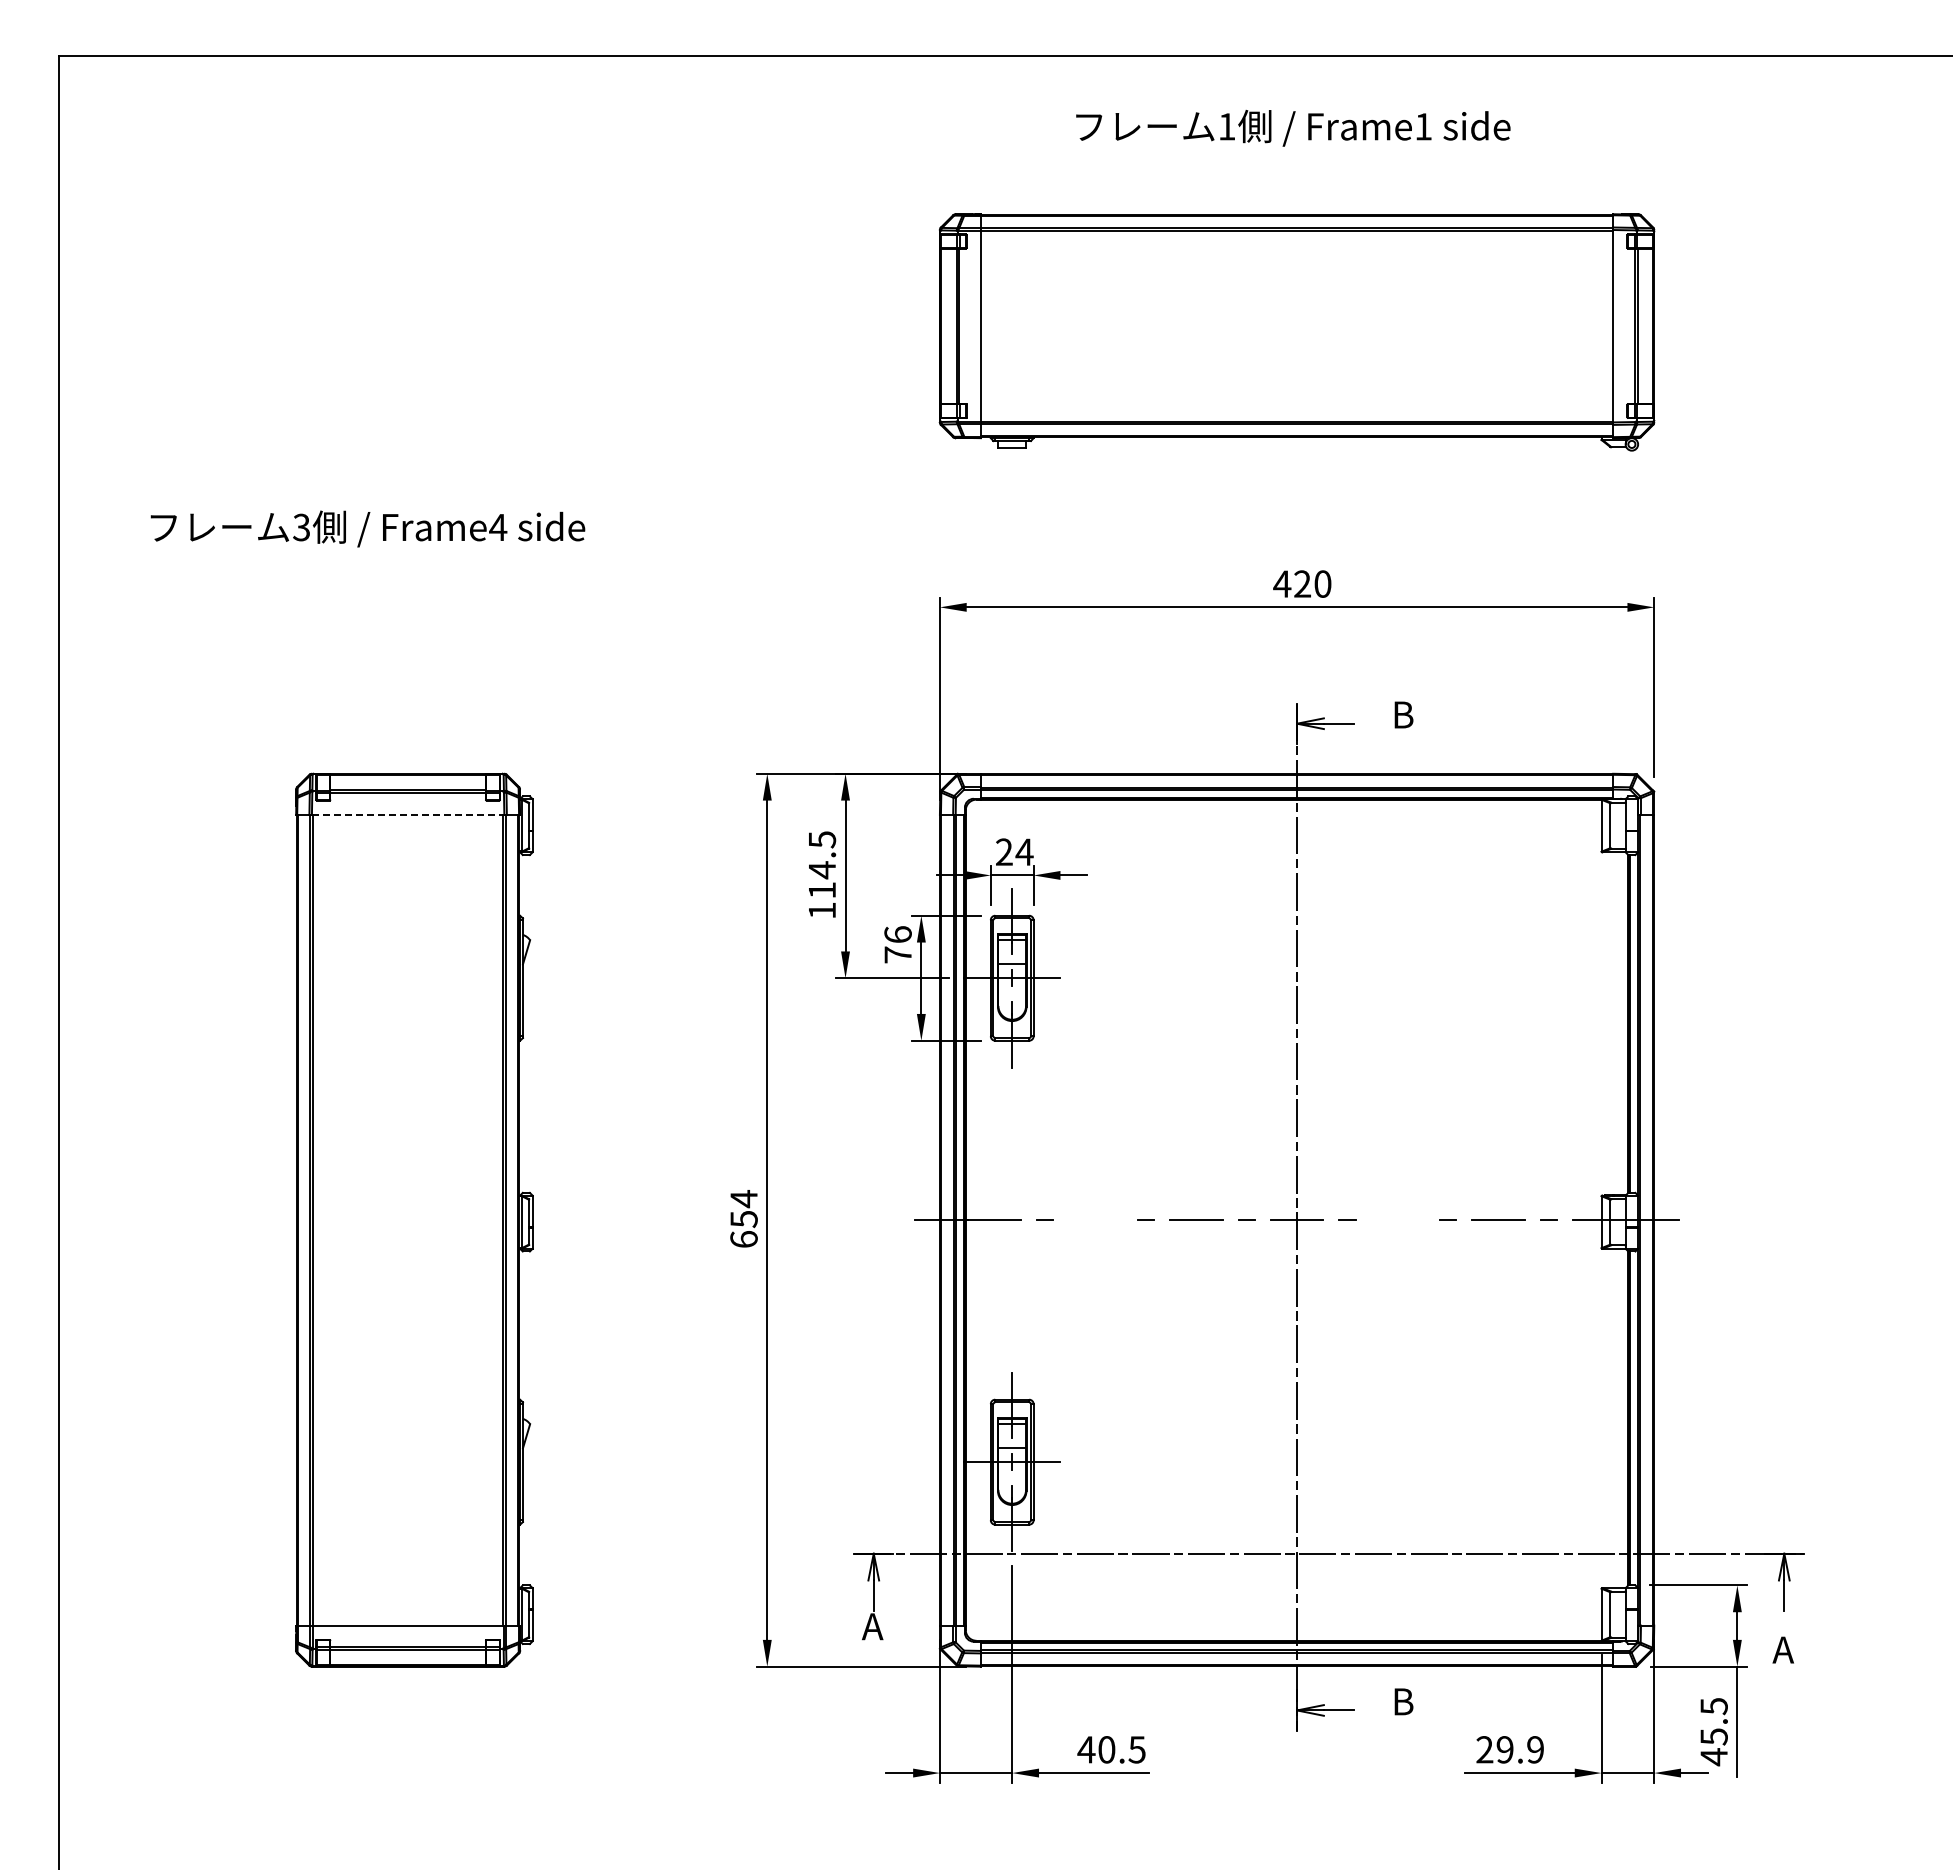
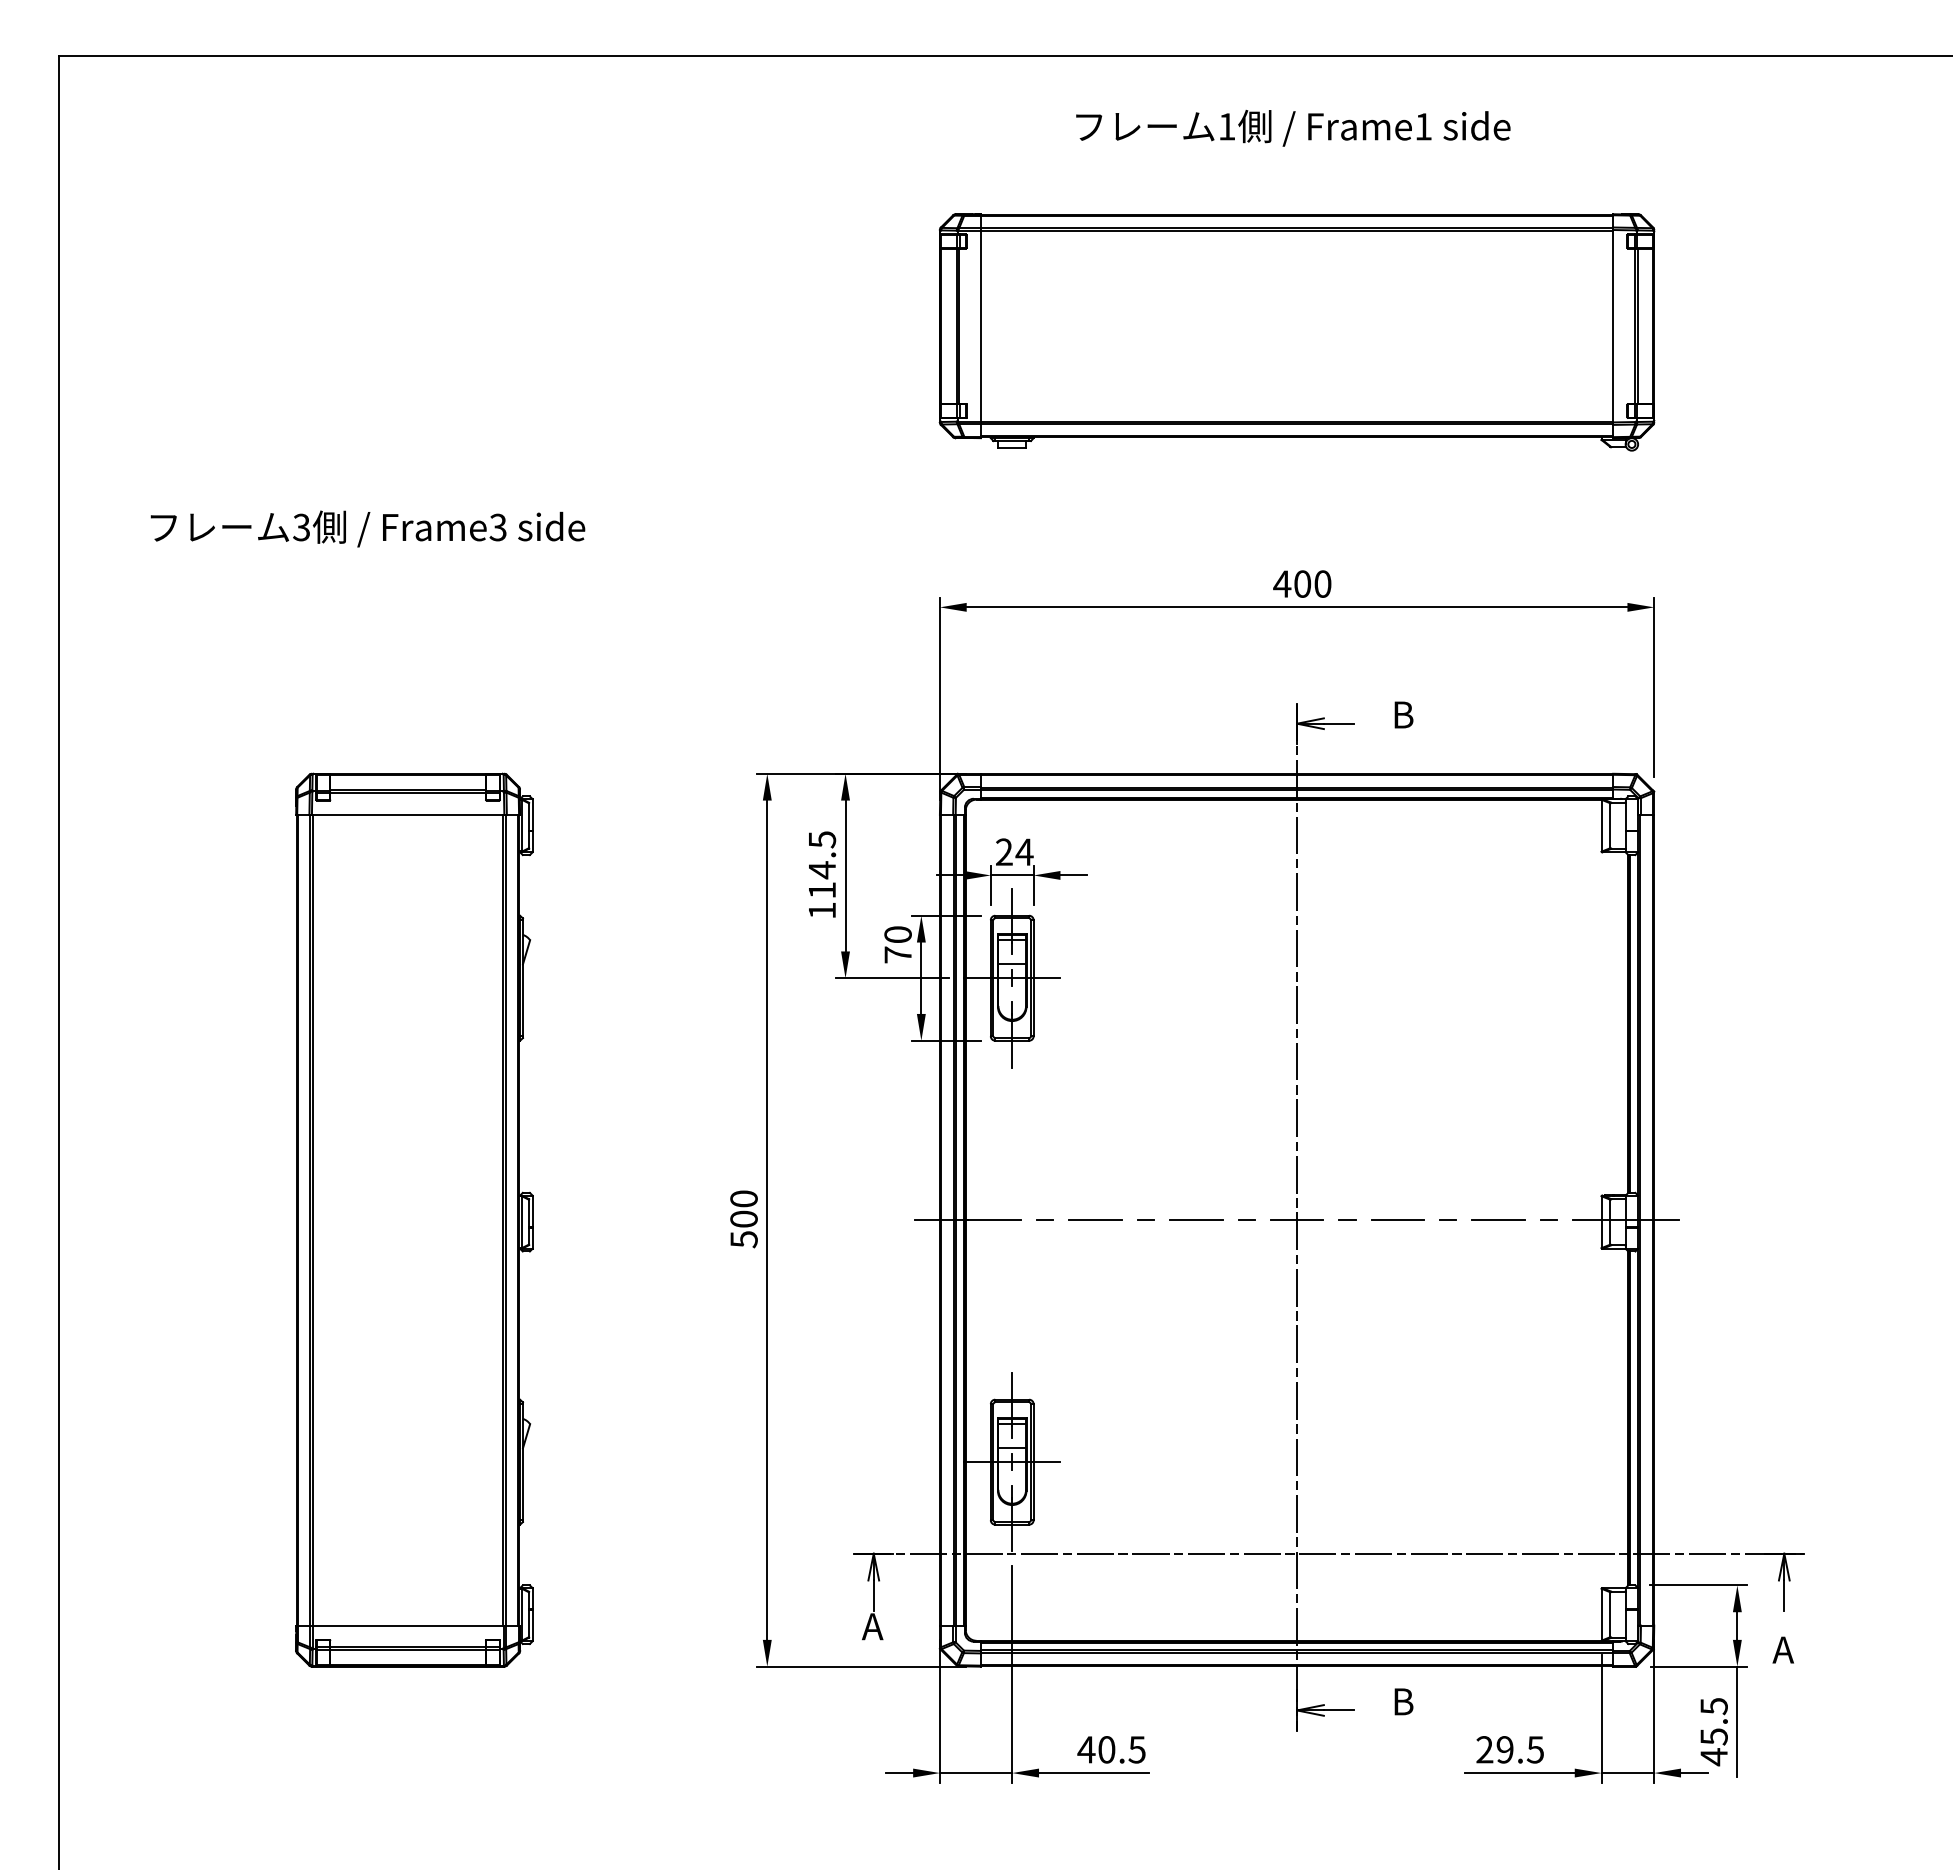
text at (498, 527): Frame4 -> Frame3
text at (1302, 583): 420 -> 400
line at (408, 814): dashed -> solid
text at (897, 934): 76 -> 70
text at (743, 1219): 654 -> 500
line at (1095, 1220): none -> present
line at (1397, 1220): none -> present
text at (1534, 1749): 29.9 -> 29.5
